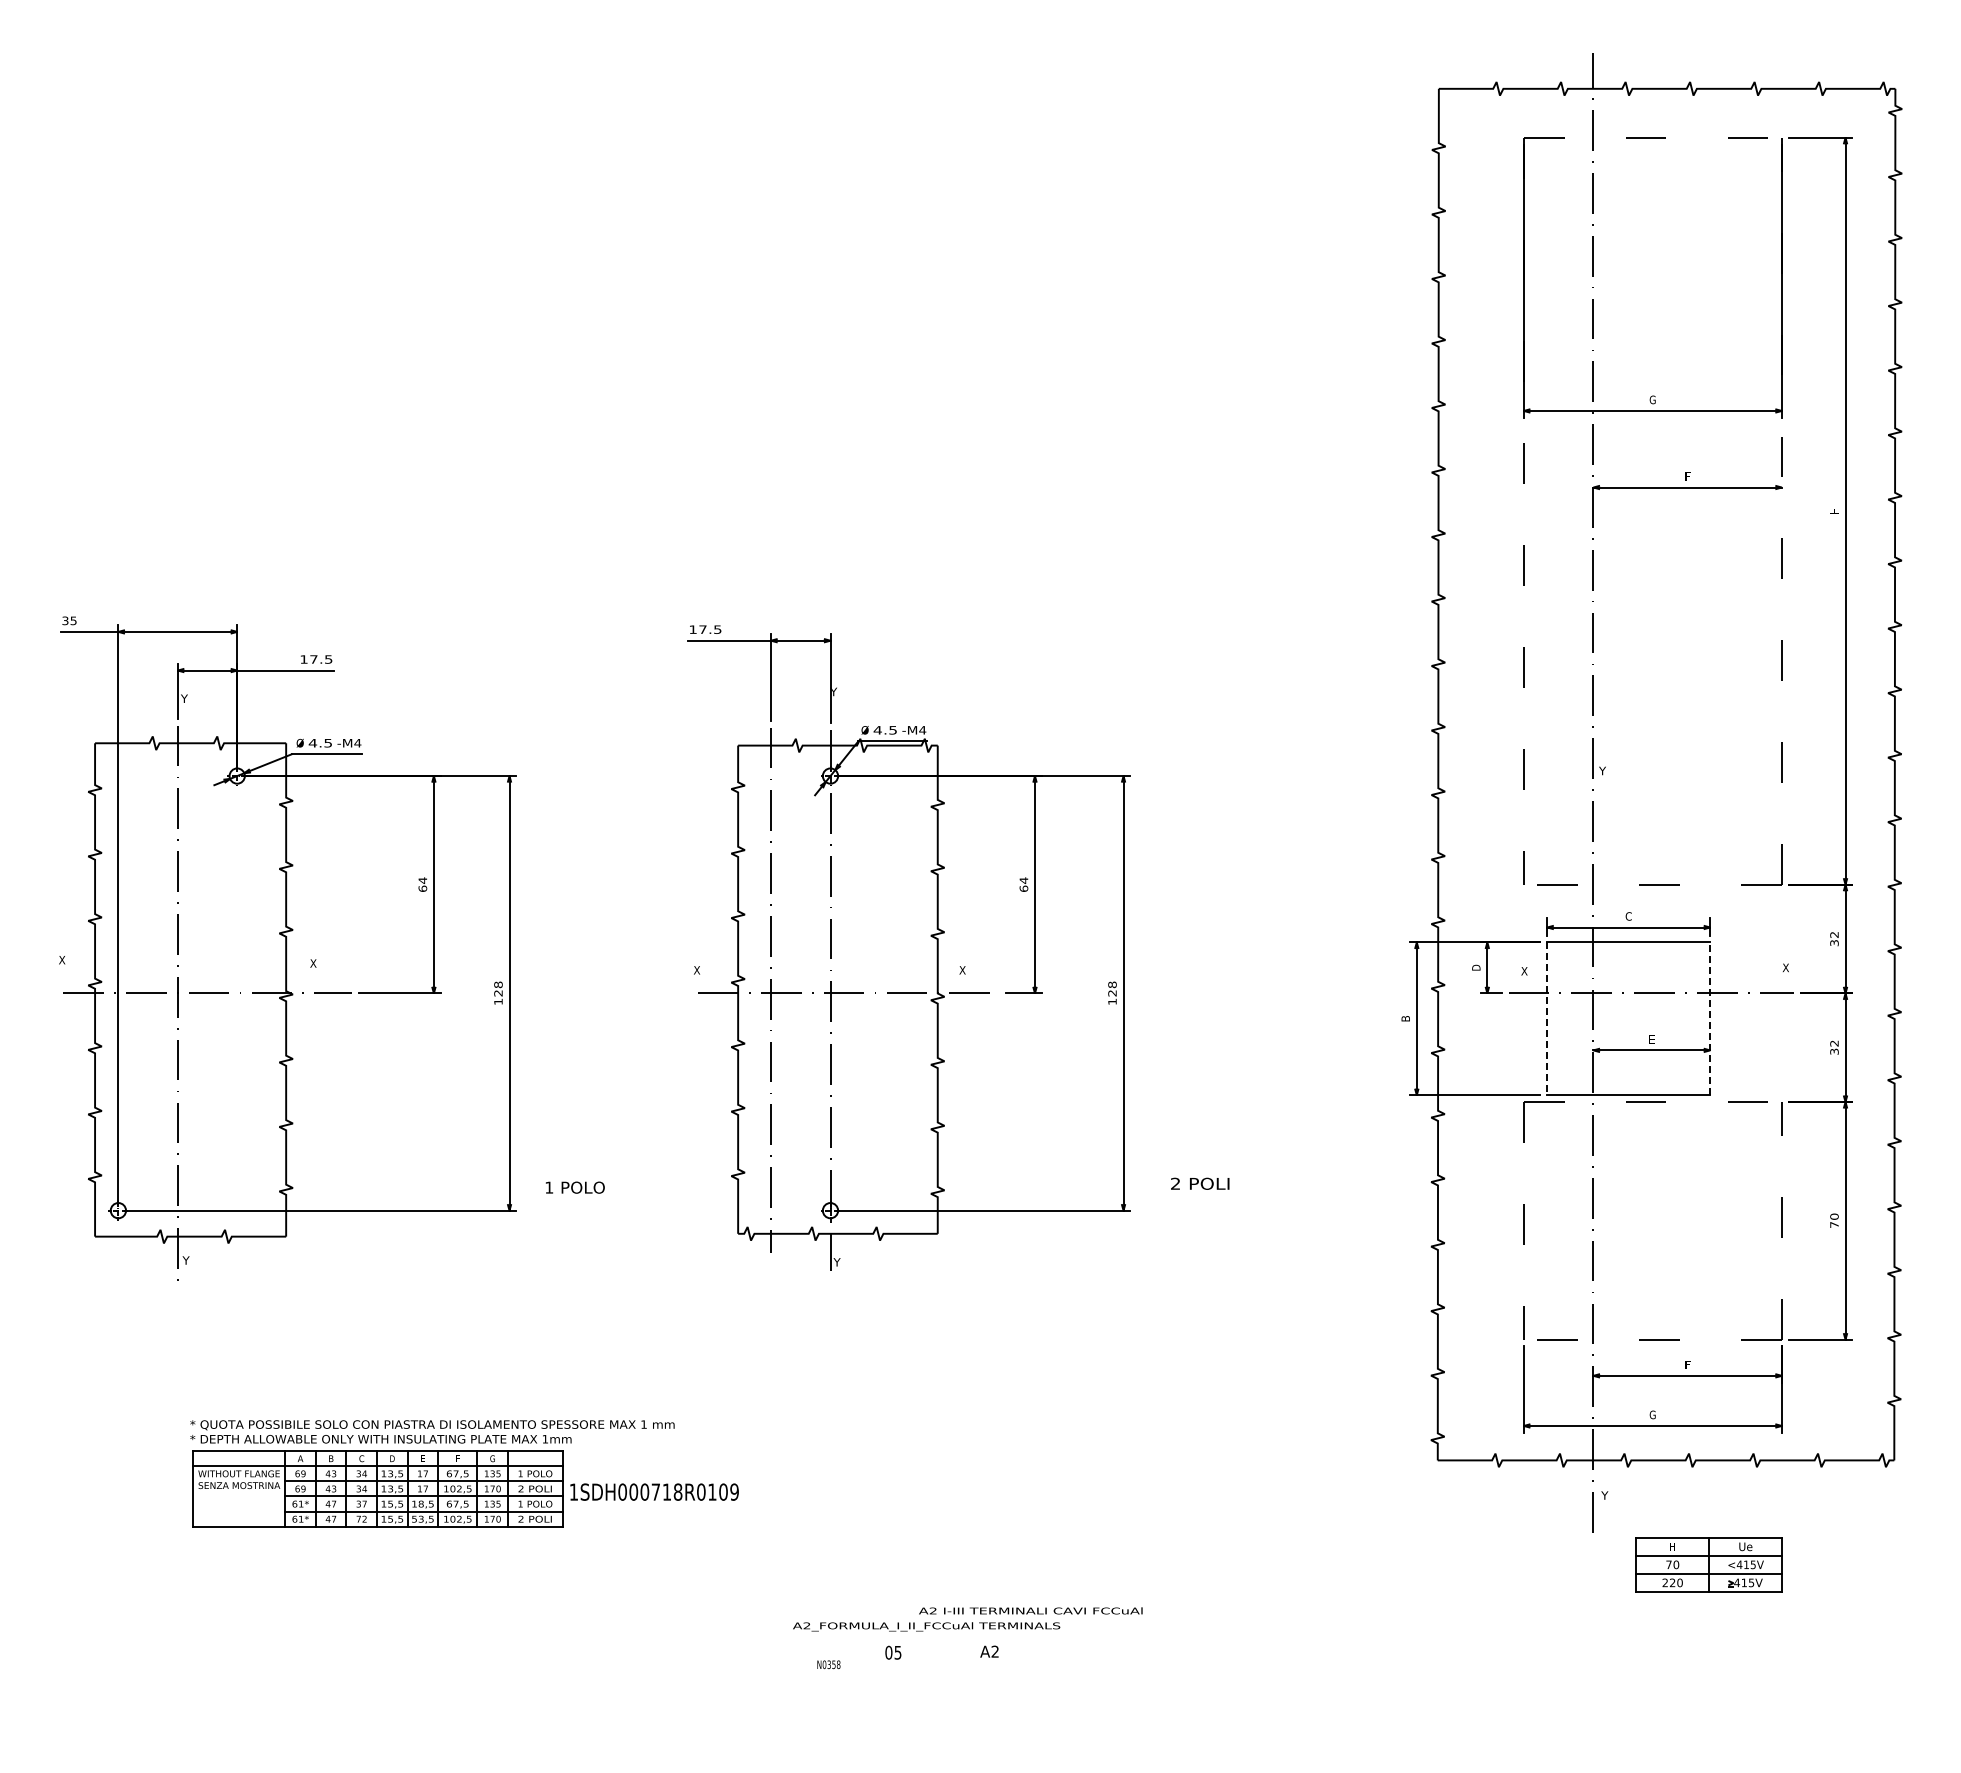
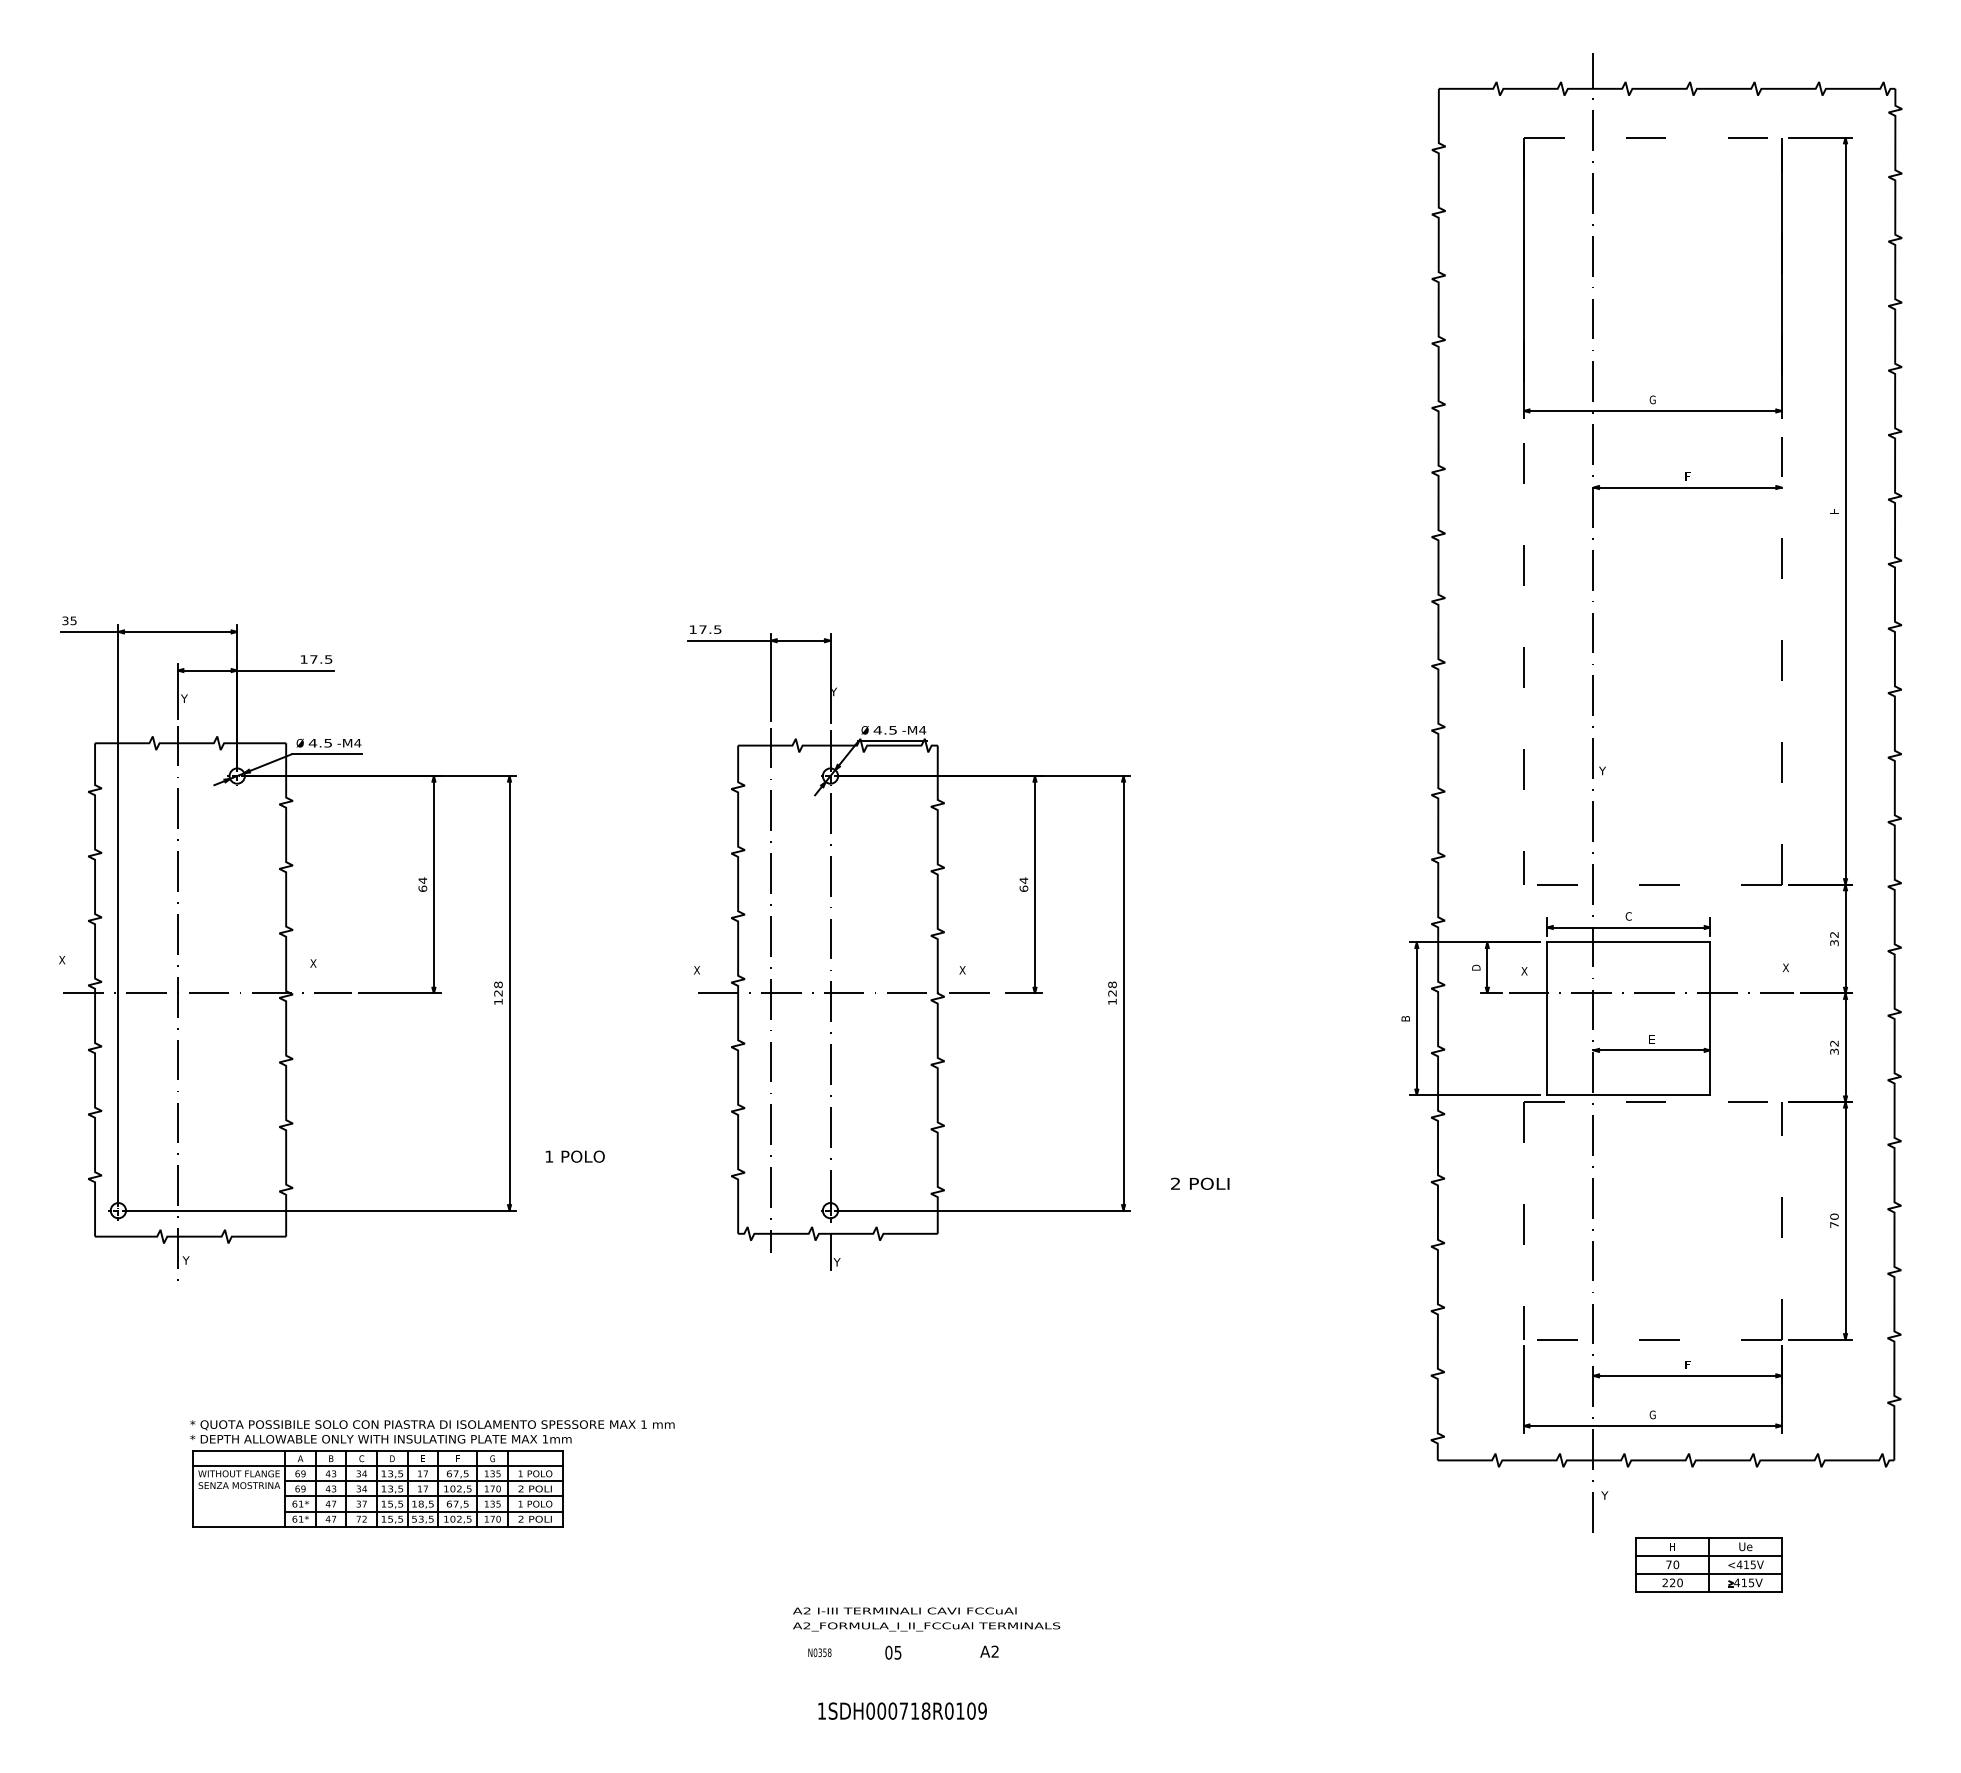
line at (1710, 1018): dashed -> solid
line at (1547, 1019): dashed -> solid
text at (575, 1187) position: (575, 1187) -> (575, 1156)
text at (654, 1491) position: (654, 1491) -> (902, 1710)
text at (1030, 1610) position: (1030, 1610) -> (904, 1610)
text at (828, 1664) position: (828, 1664) -> (819, 1652)
